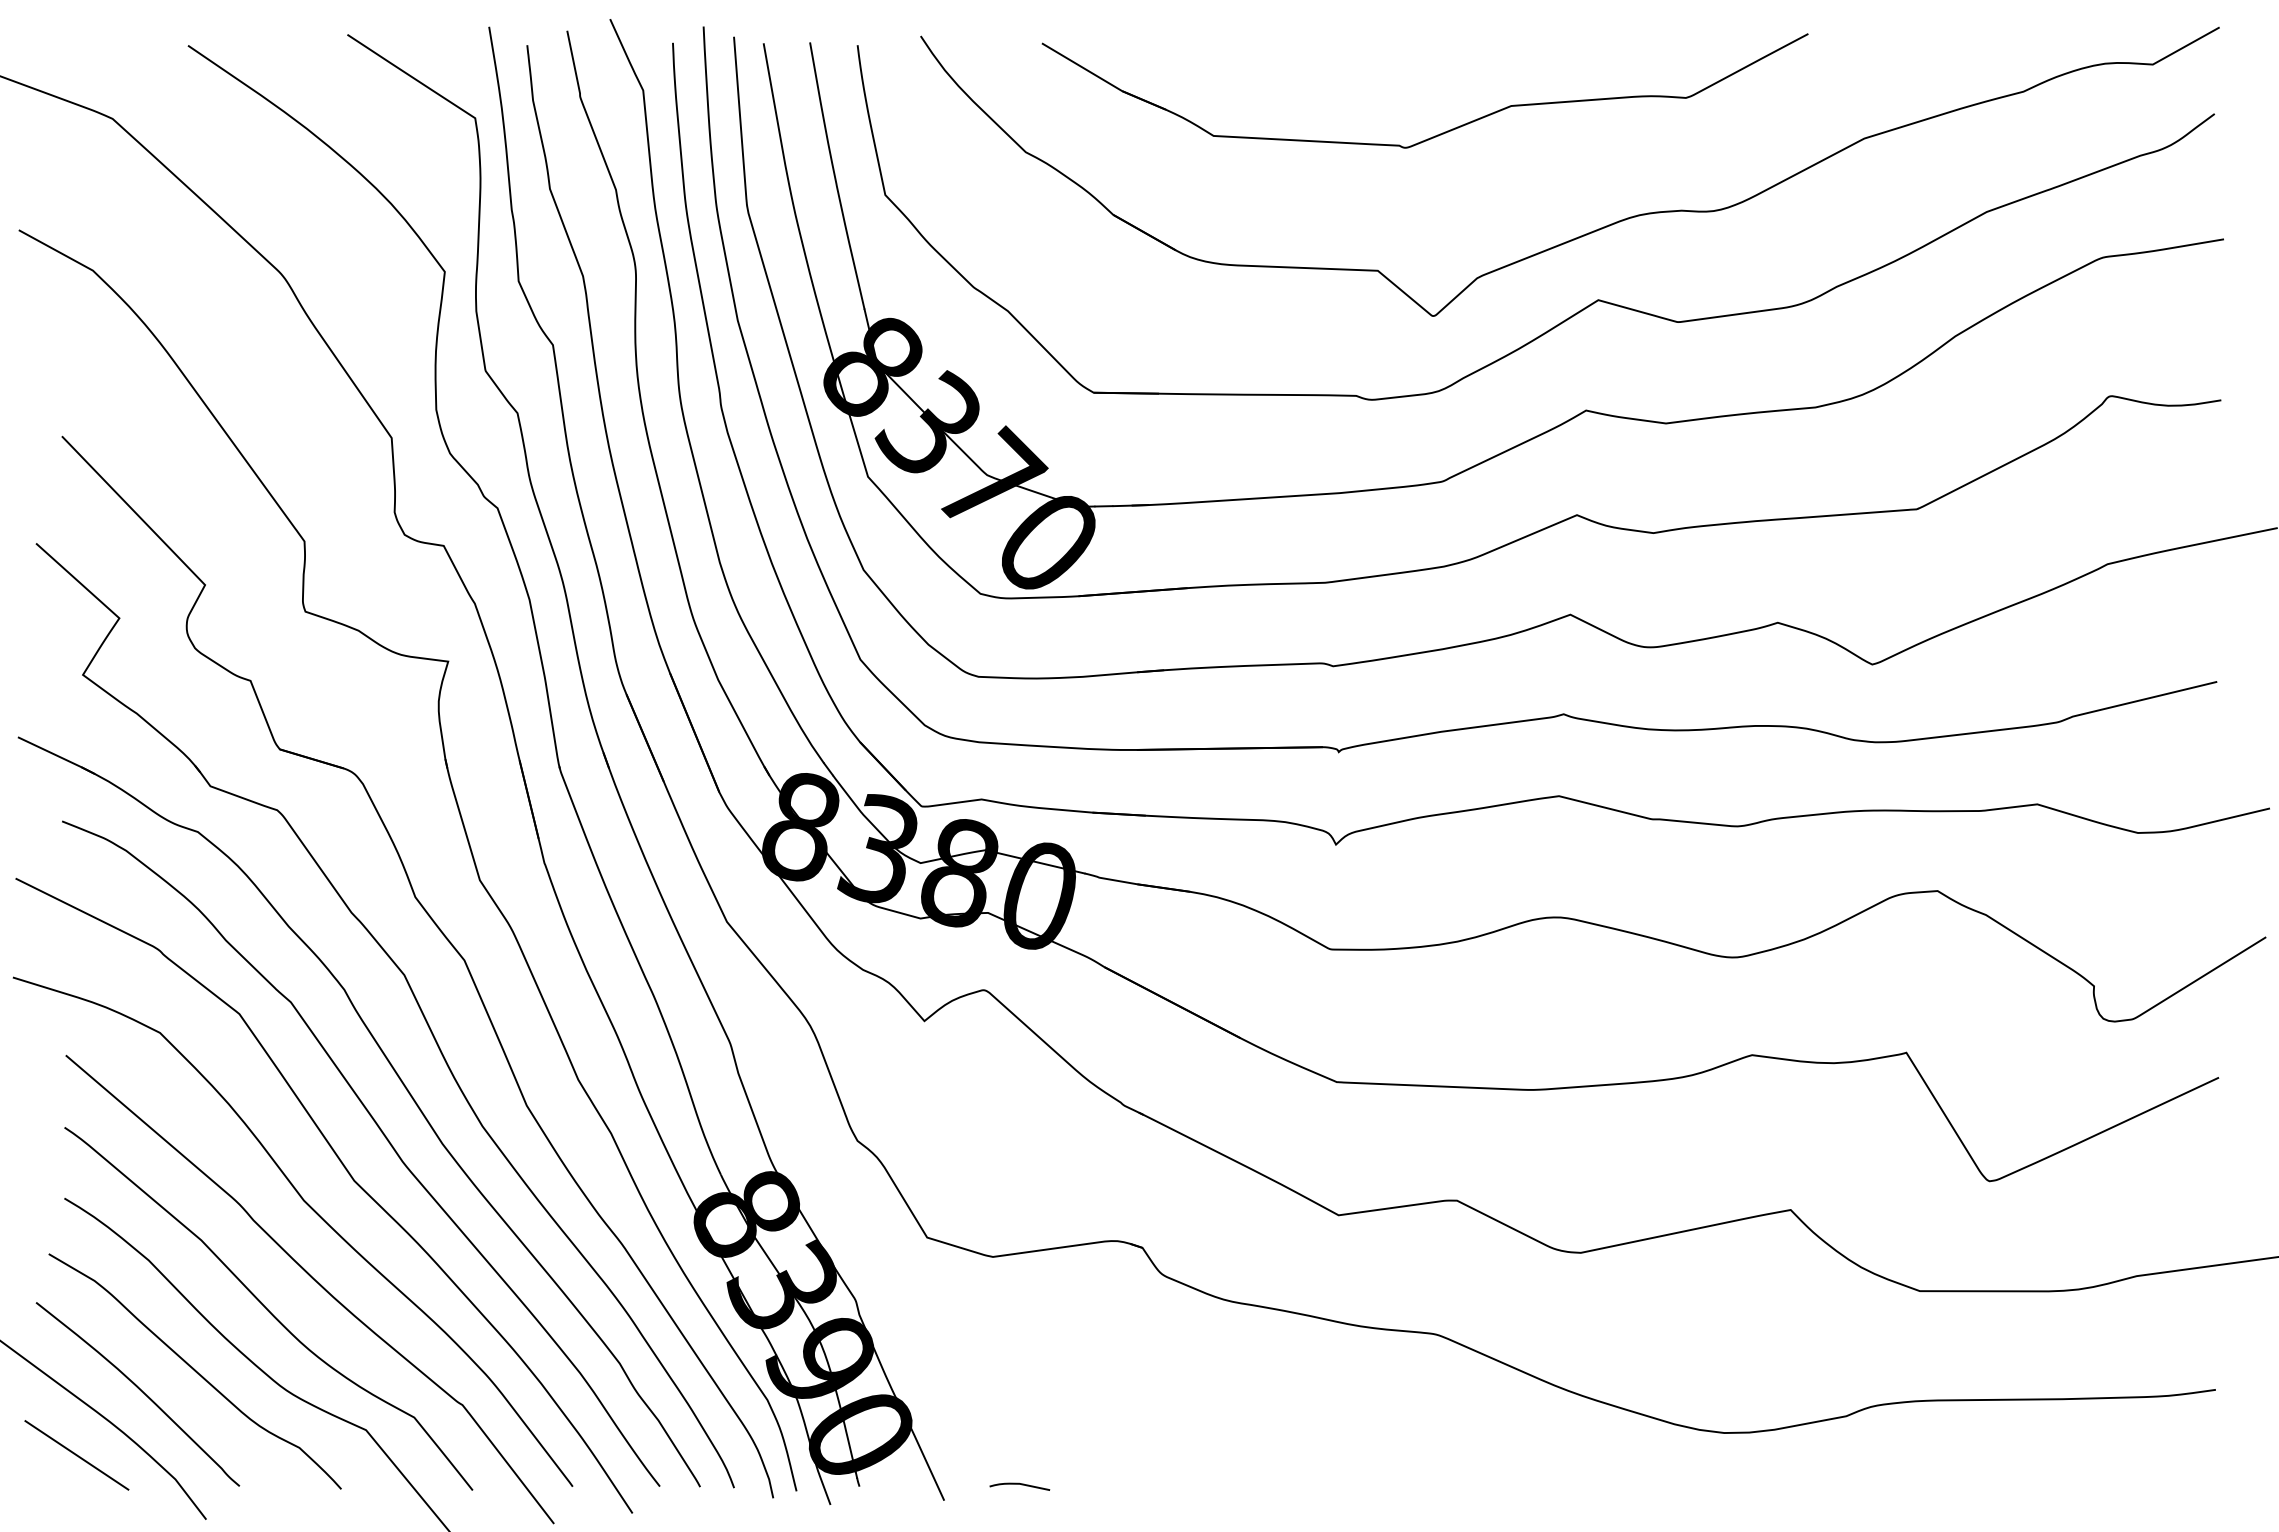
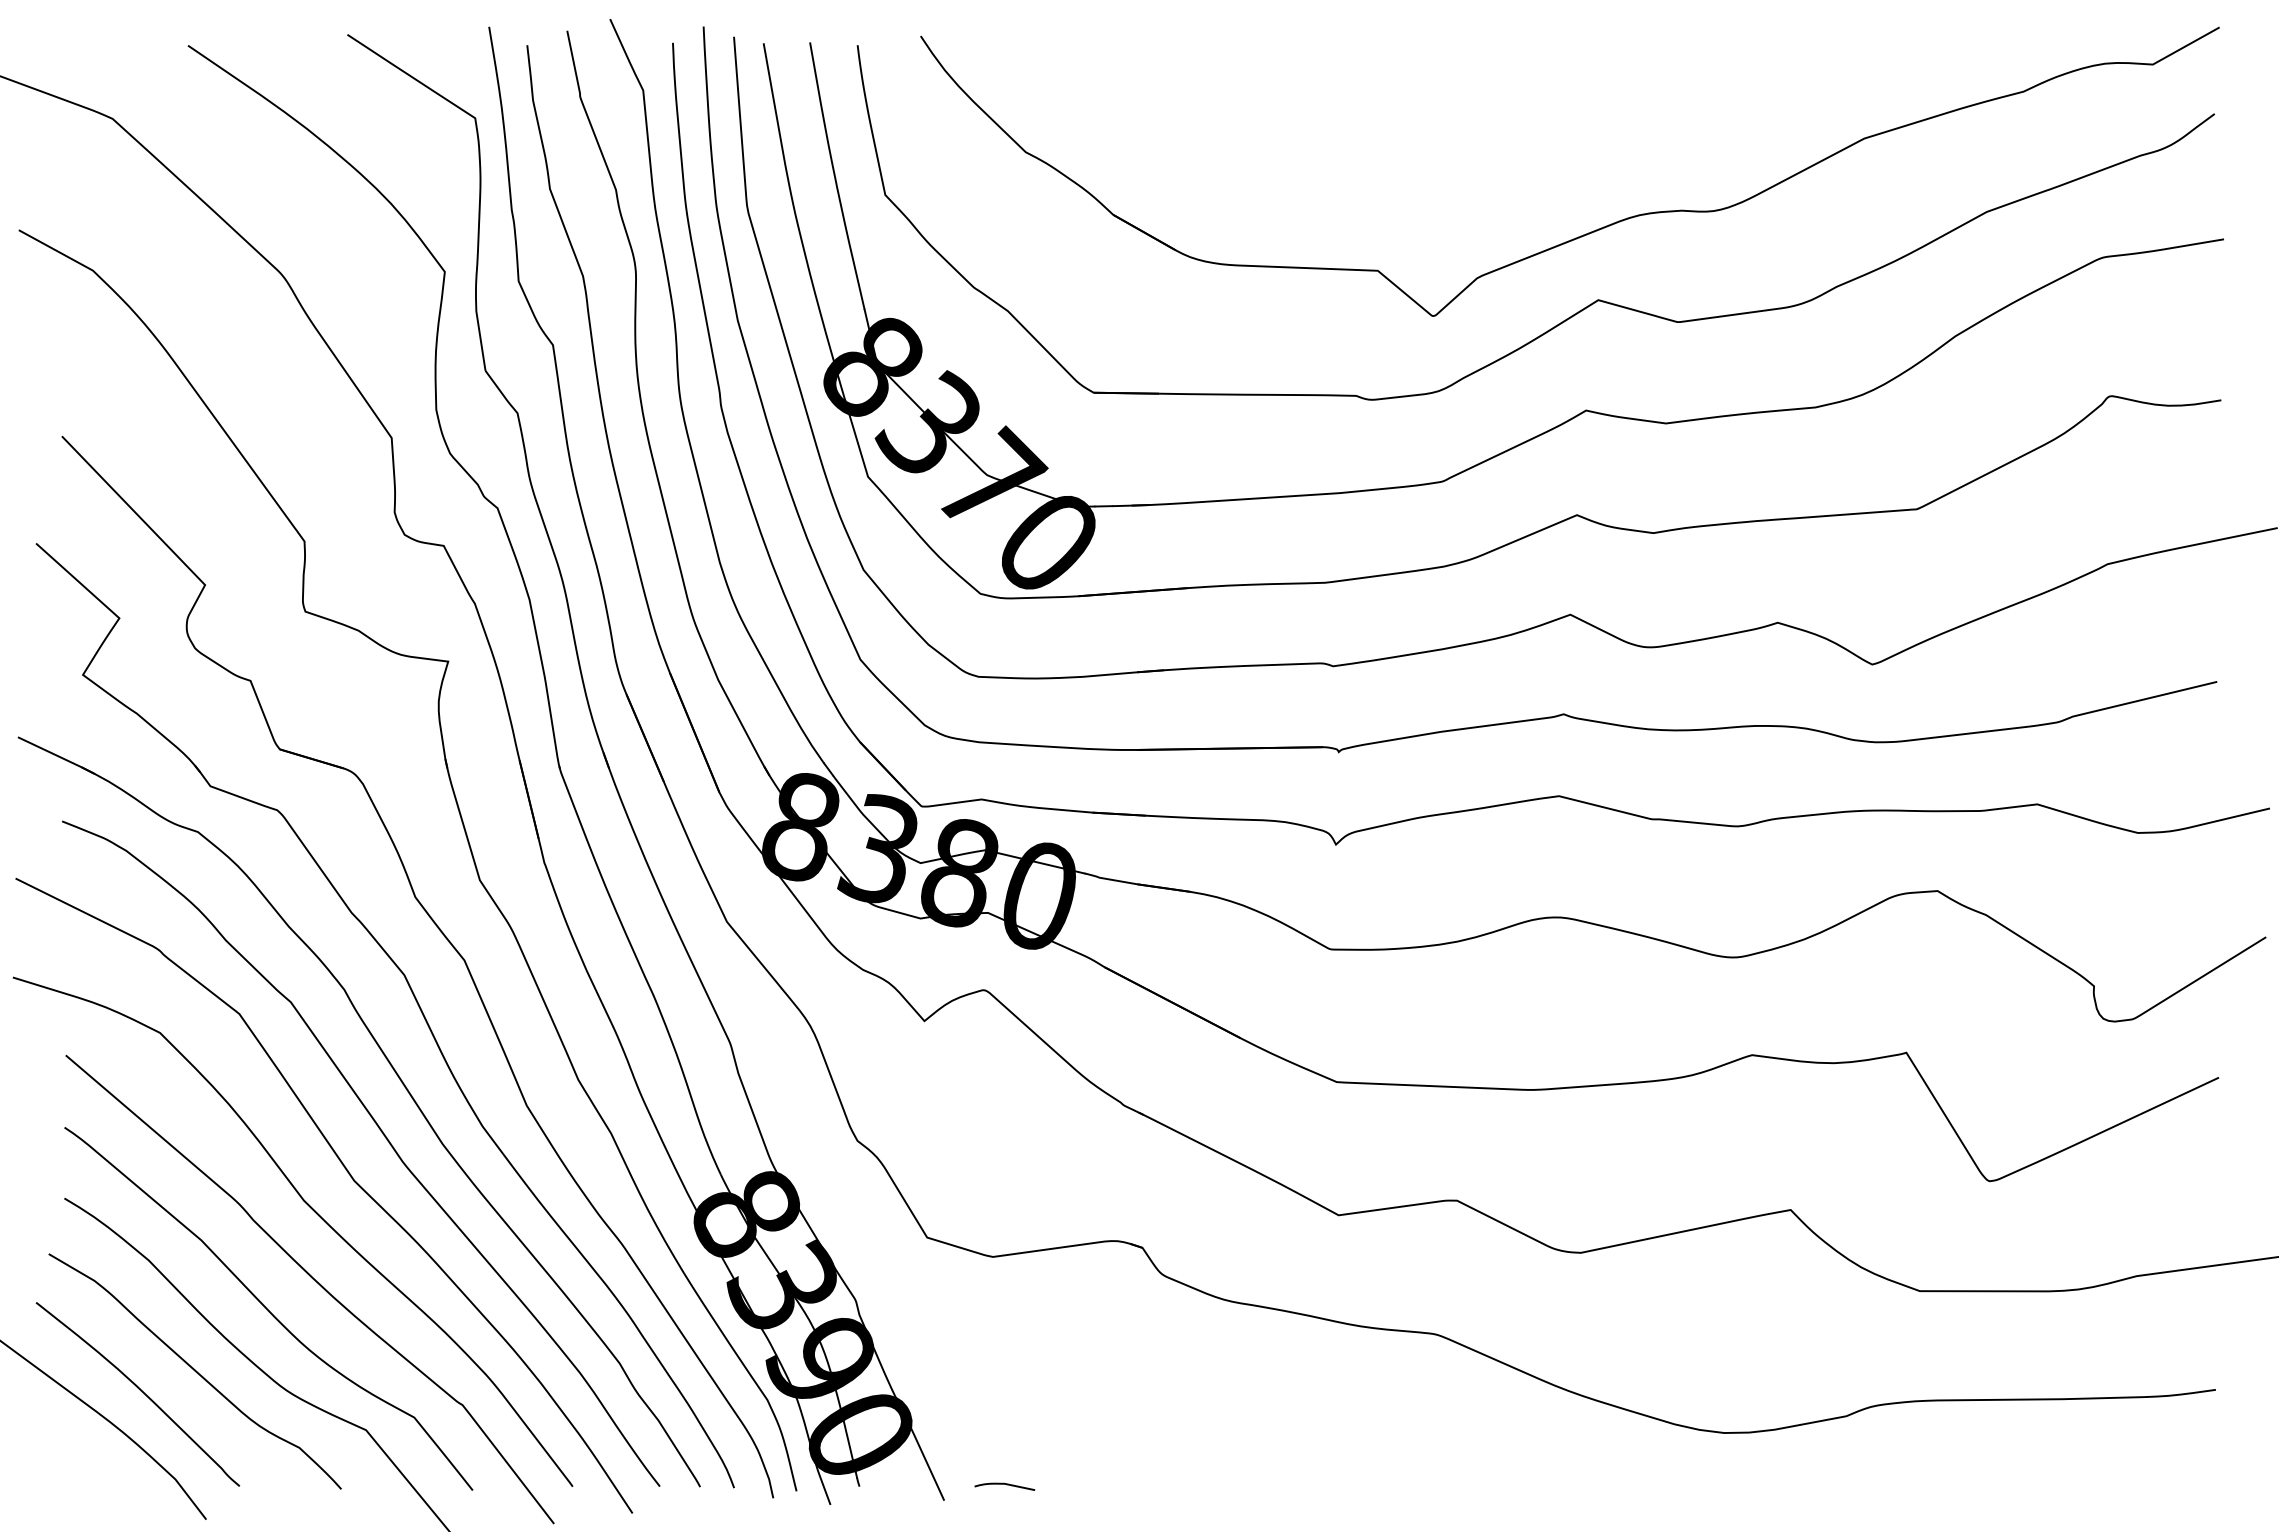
part at (1442, 132): present -> none
line at (76, 1455): present -> none
curve at (1019, 1484) position: (1019, 1484) -> (1004, 1484)
